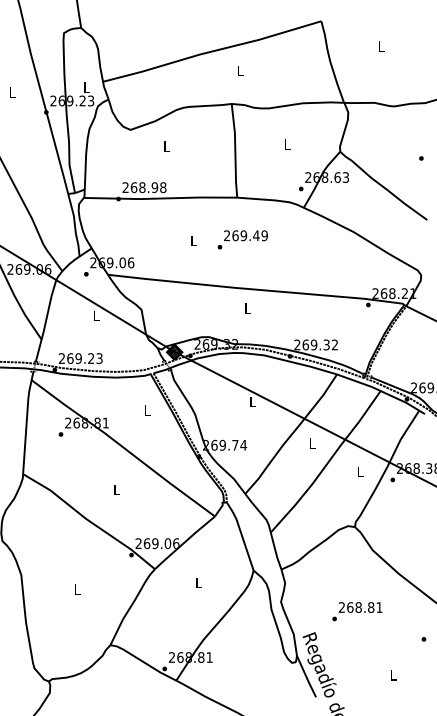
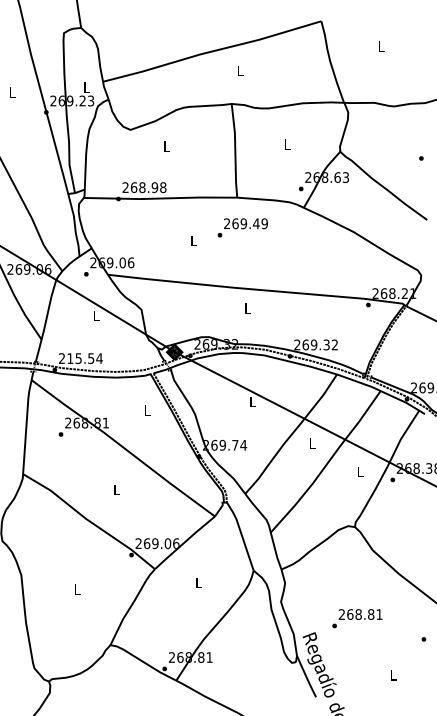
text at (242, 239) position: (242, 239) -> (242, 227)
text at (84, 358): 269.23 -> 215.54
text at (357, 611) position: (357, 611) -> (357, 618)
